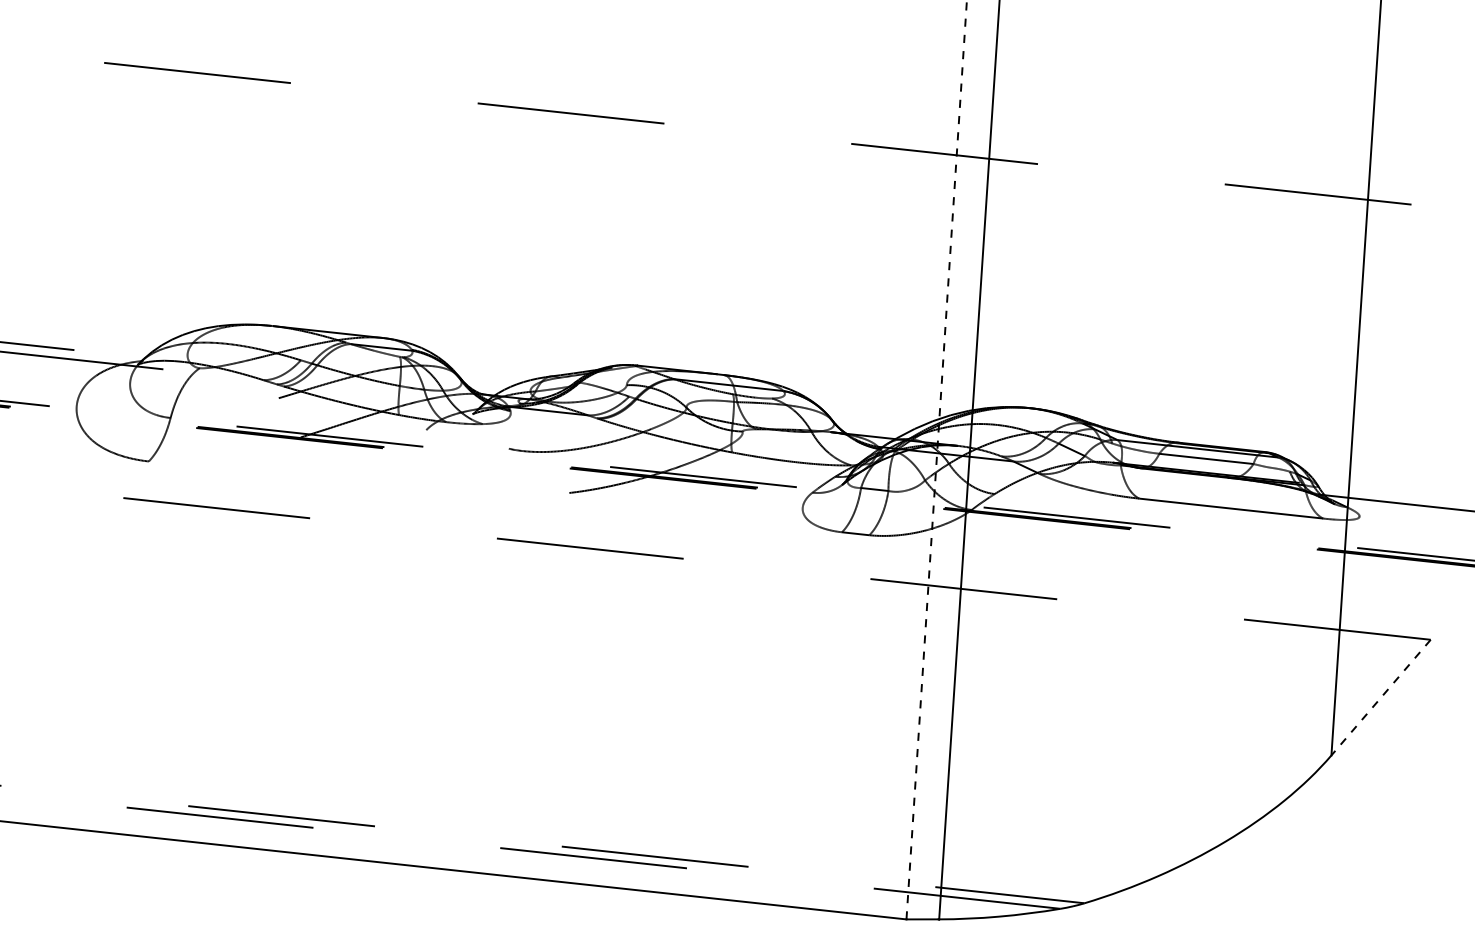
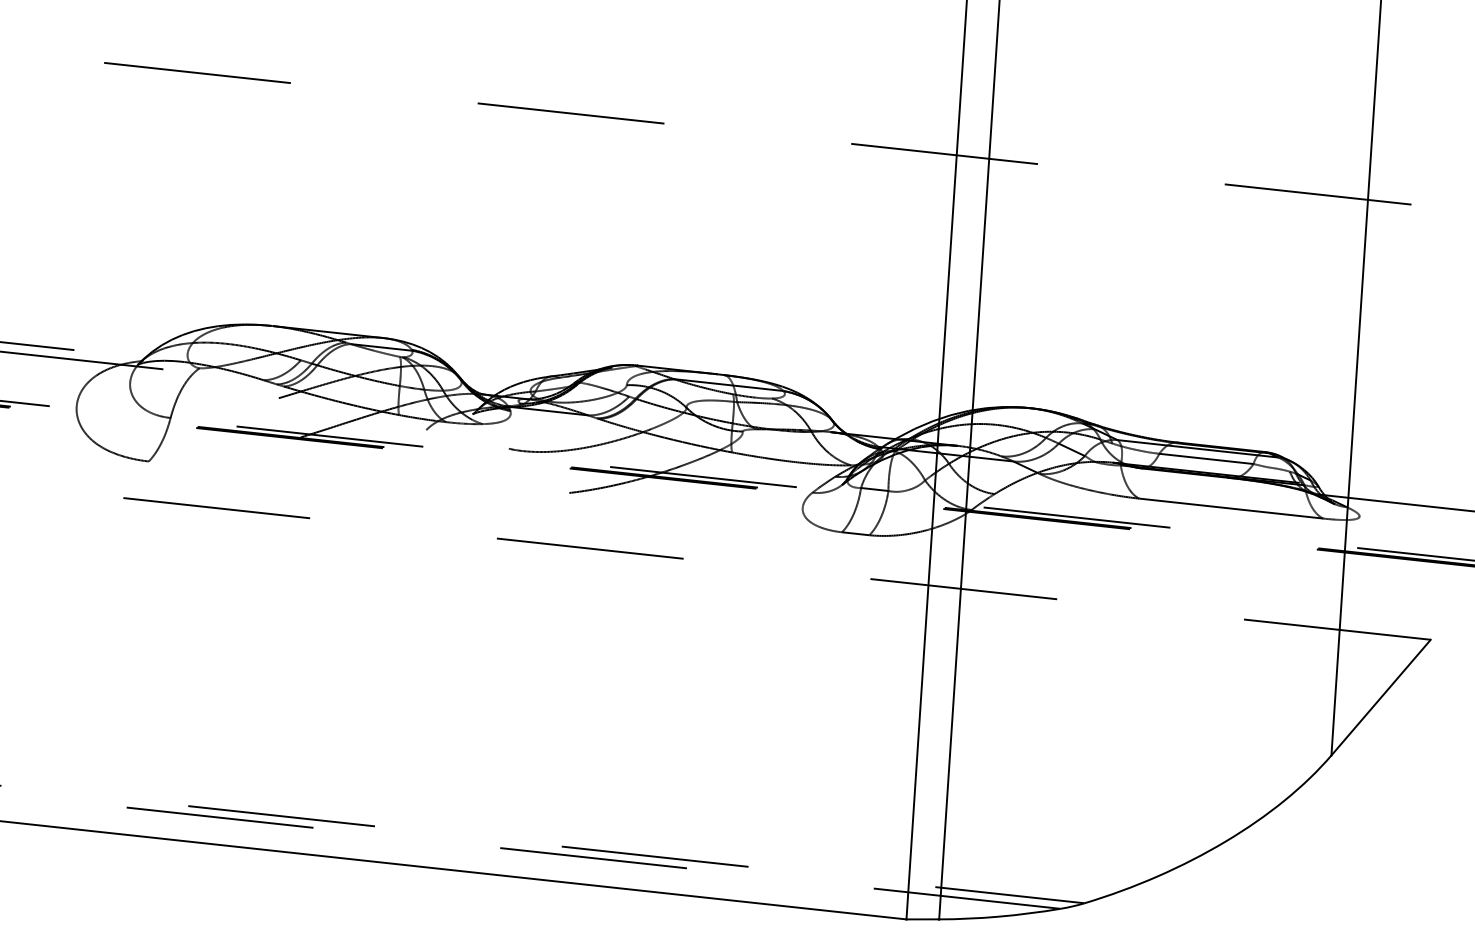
line at (936, 459): dashed -> solid
line at (1380, 697): dashed -> solid
